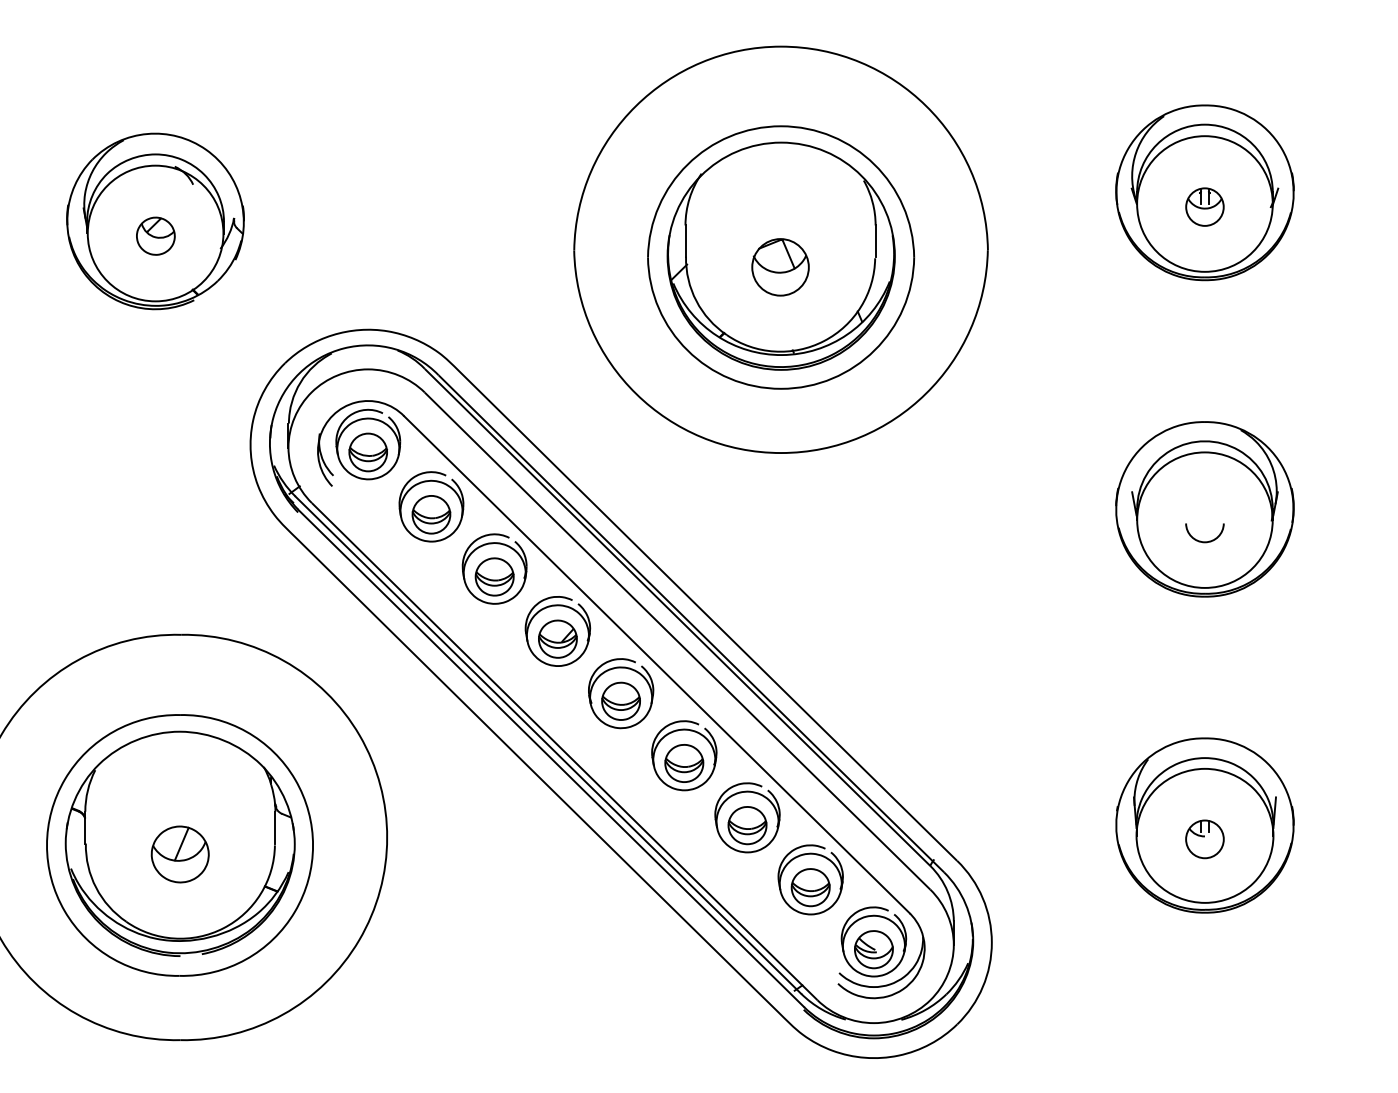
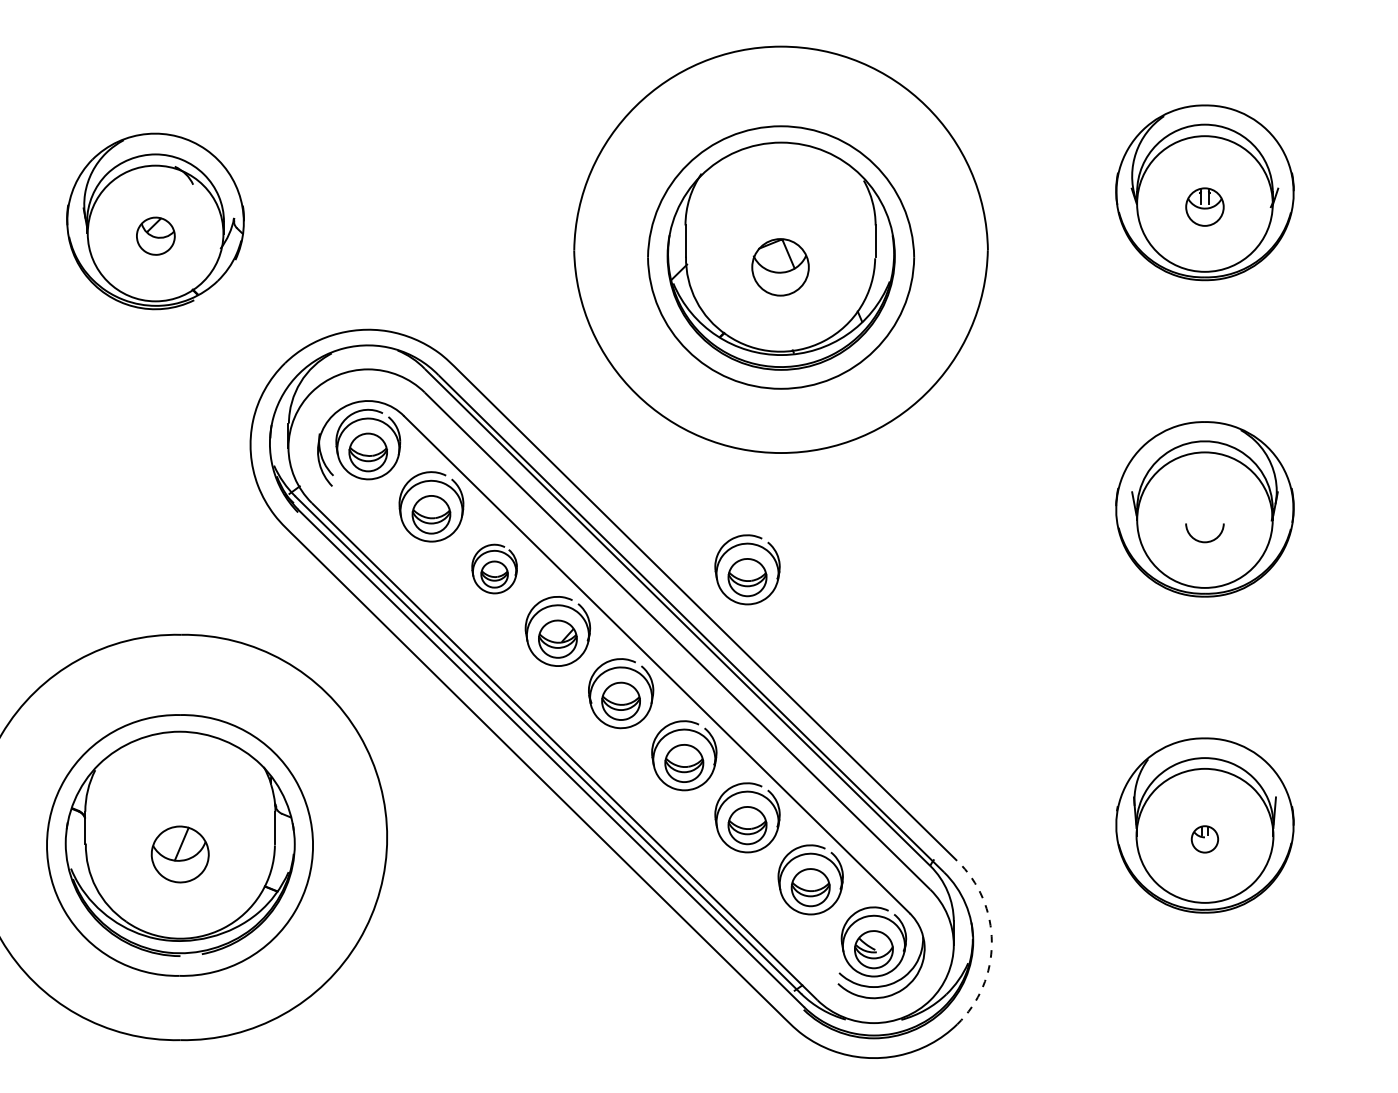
part at (494, 568) size: 67x72 px -> 47x52 px
part at (747, 569): none -> present
part at (1204, 839) size: 40x41 px -> 30x29 px
arc at (991, 942): solid -> dashed
